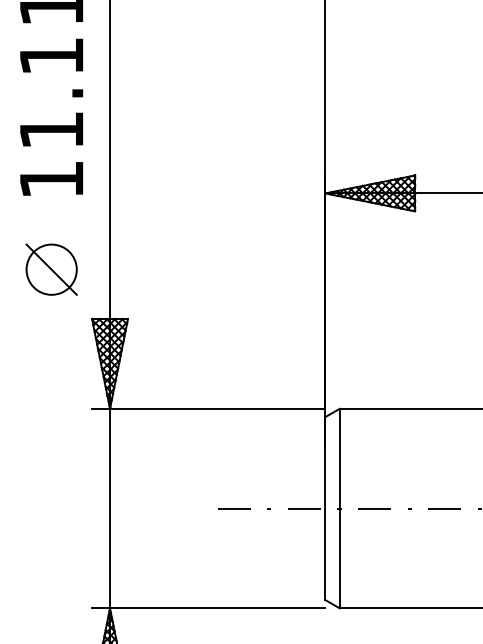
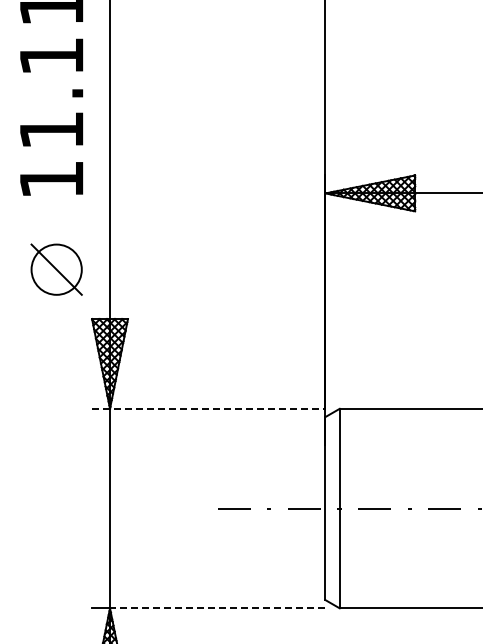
part at (51, 269) position: (51, 269) -> (56, 269)
line at (208, 408): solid -> dashed
line at (217, 608): solid -> dashed
